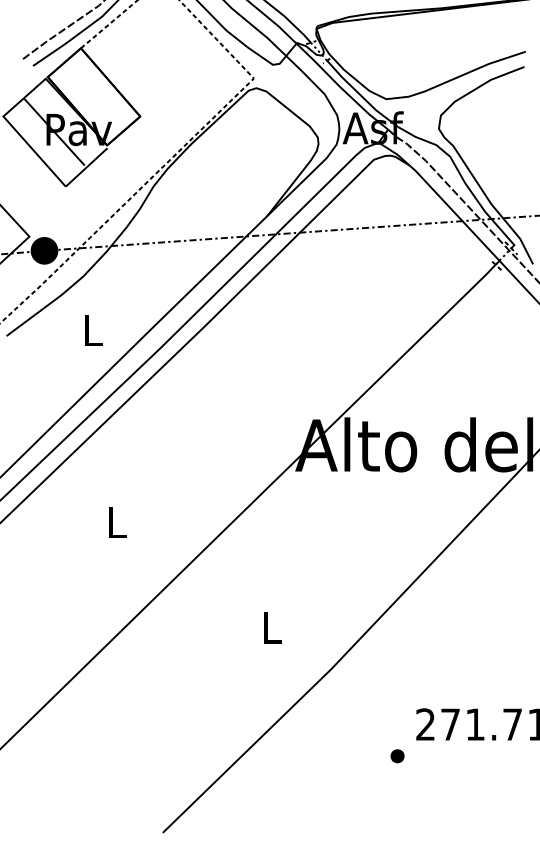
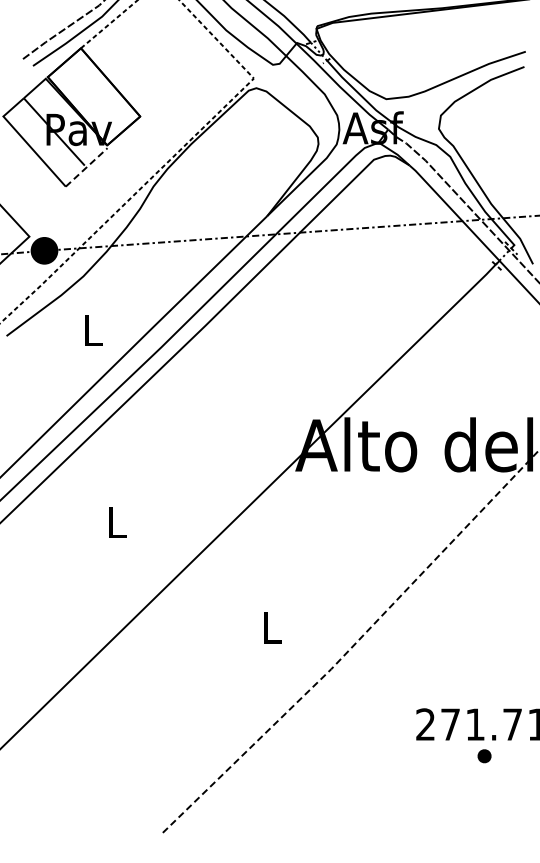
line at (87, 167): solid -> dashed
line at (354, 644): solid -> dashed
part at (397, 756) position: (397, 756) -> (484, 756)
